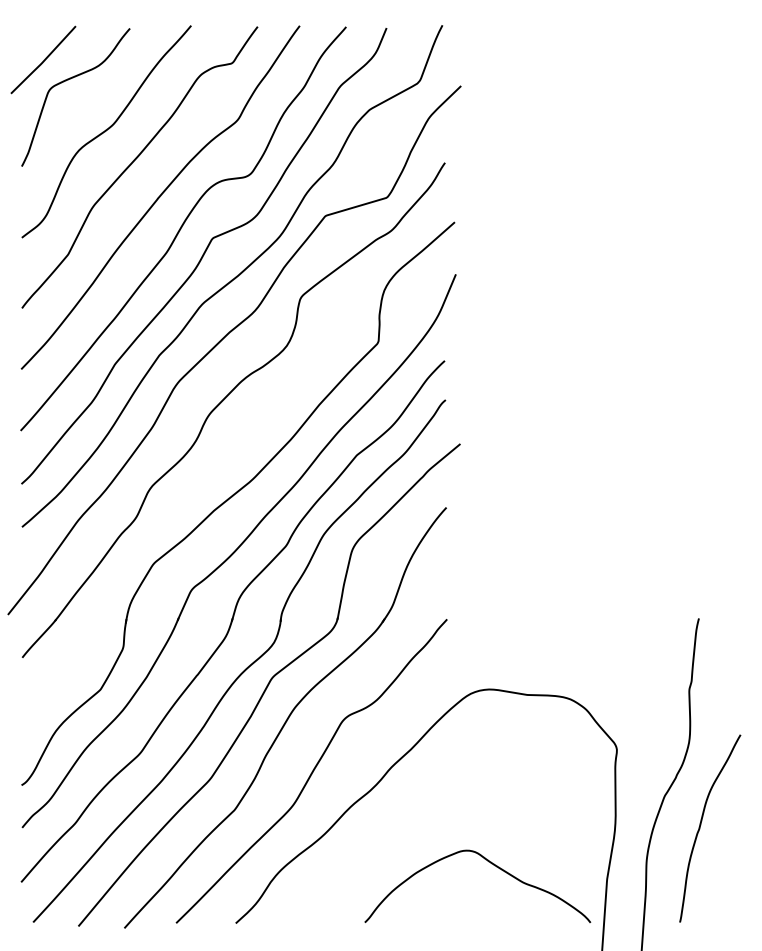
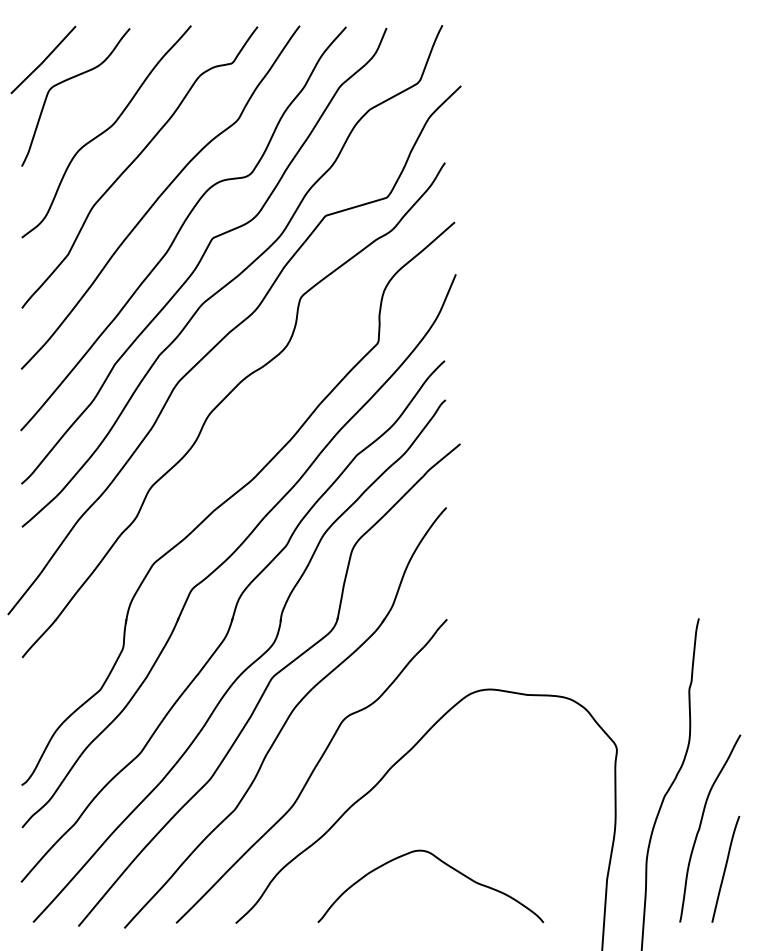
curve at (491, 864) position: (491, 864) -> (444, 864)
curve at (725, 869): none -> present
